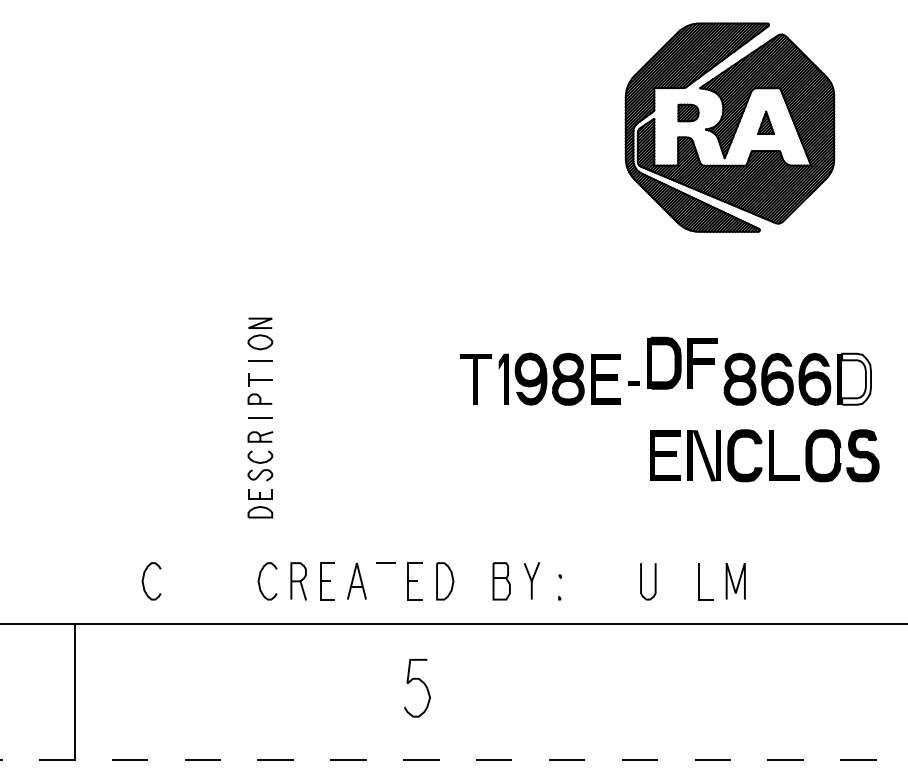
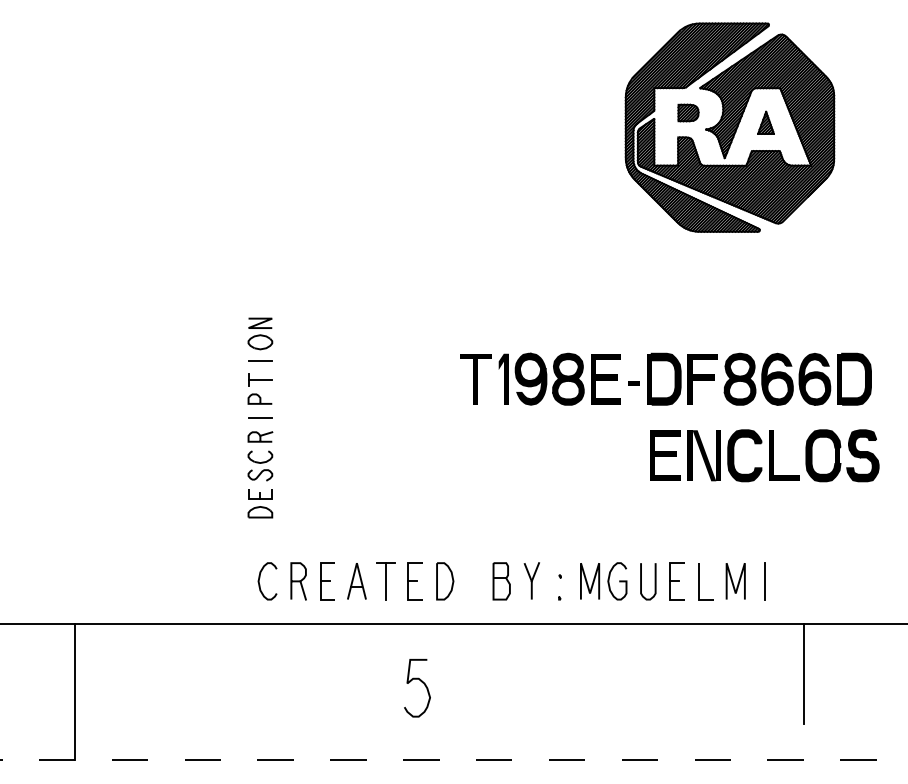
part at (682, 362) position: (682, 362) -> (682, 378)
fill at (856, 378): none -> present
curve at (144, 578): present -> none
line at (386, 581): none -> present
part at (603, 581): none -> present
part at (676, 581): none -> present
line at (764, 581): none -> present
line at (803, 673): none -> present
